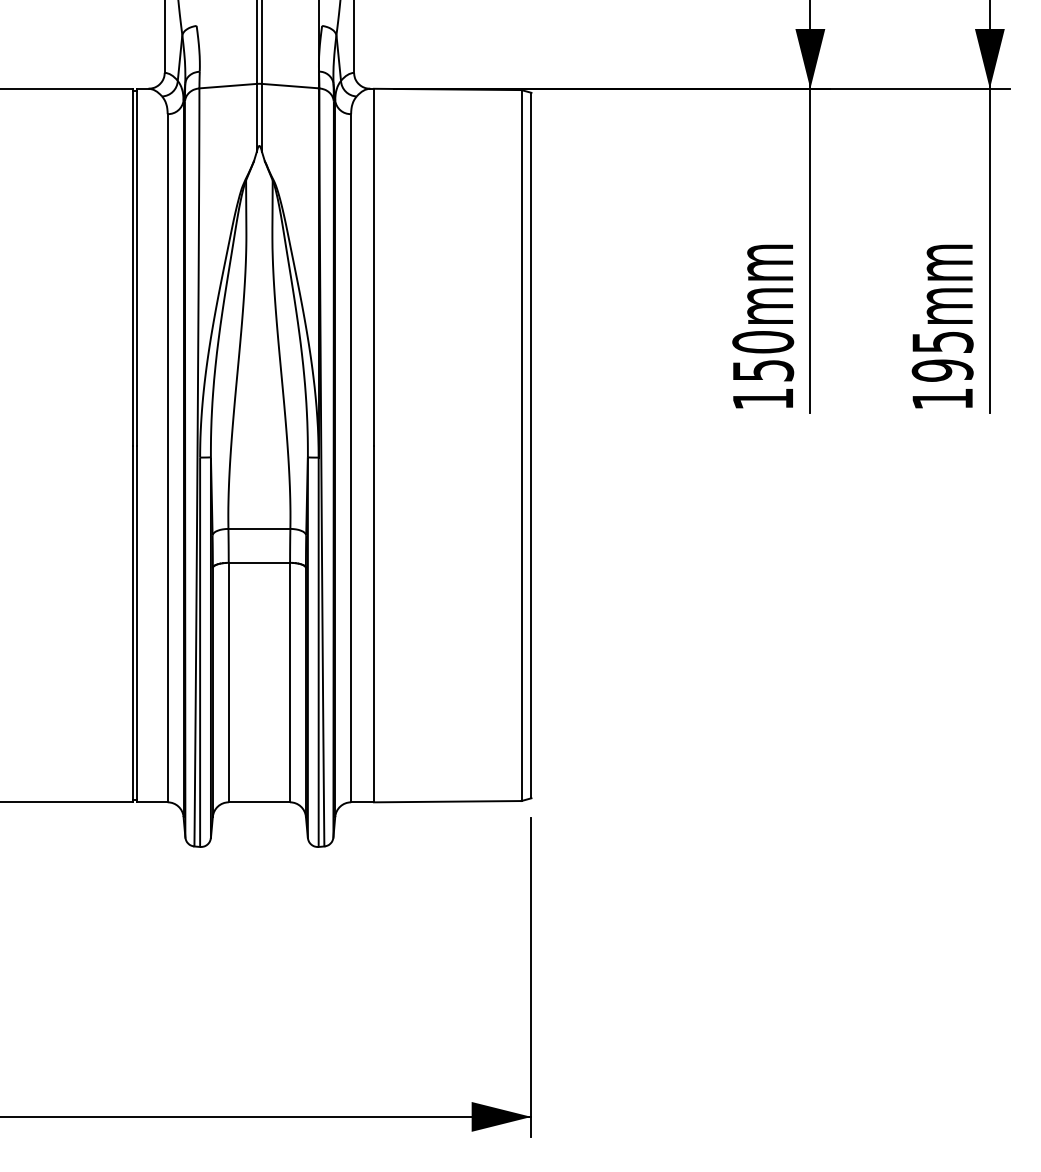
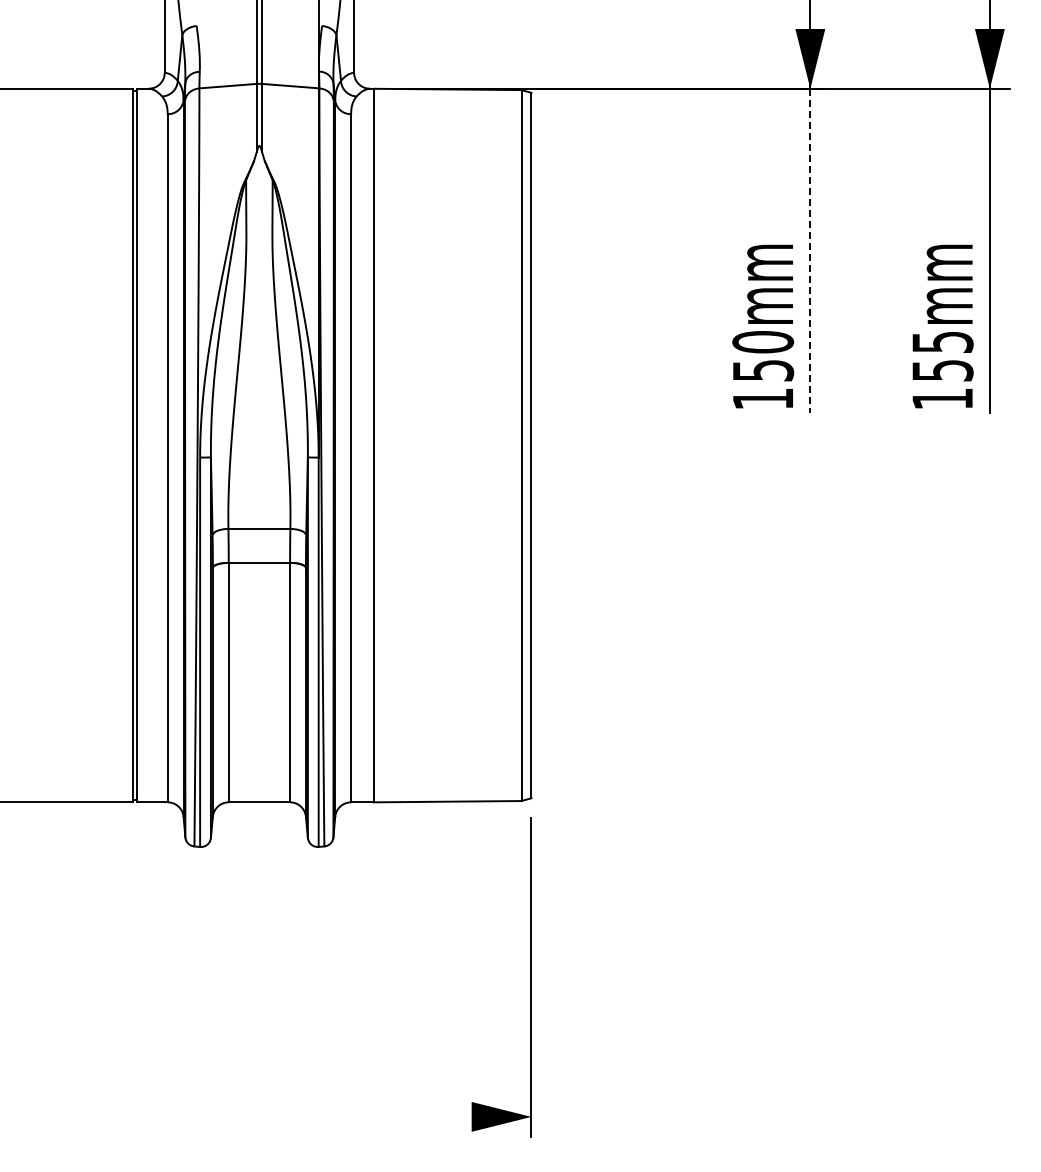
line at (810, 251): solid -> dashed
text at (942, 370): 195mm -> 155mm
line at (266, 1116): present -> none
